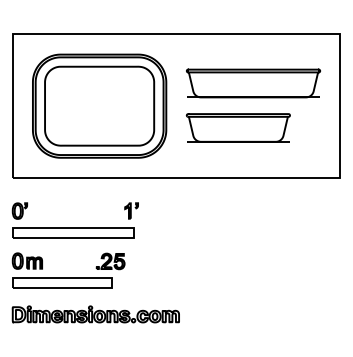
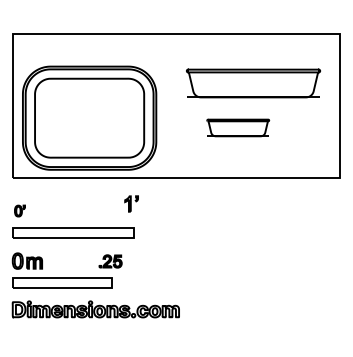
part at (99, 105) position: (99, 105) -> (89, 117)
part at (237, 127) size: 106x30 px -> 65x20 px
part at (19, 210) size: 18x18 px -> 12x14 px
part at (131, 210) position: (131, 210) -> (131, 203)
part at (110, 261) size: 31x19 px -> 25x15 px
part at (95, 314) position: (95, 314) -> (95, 309)
